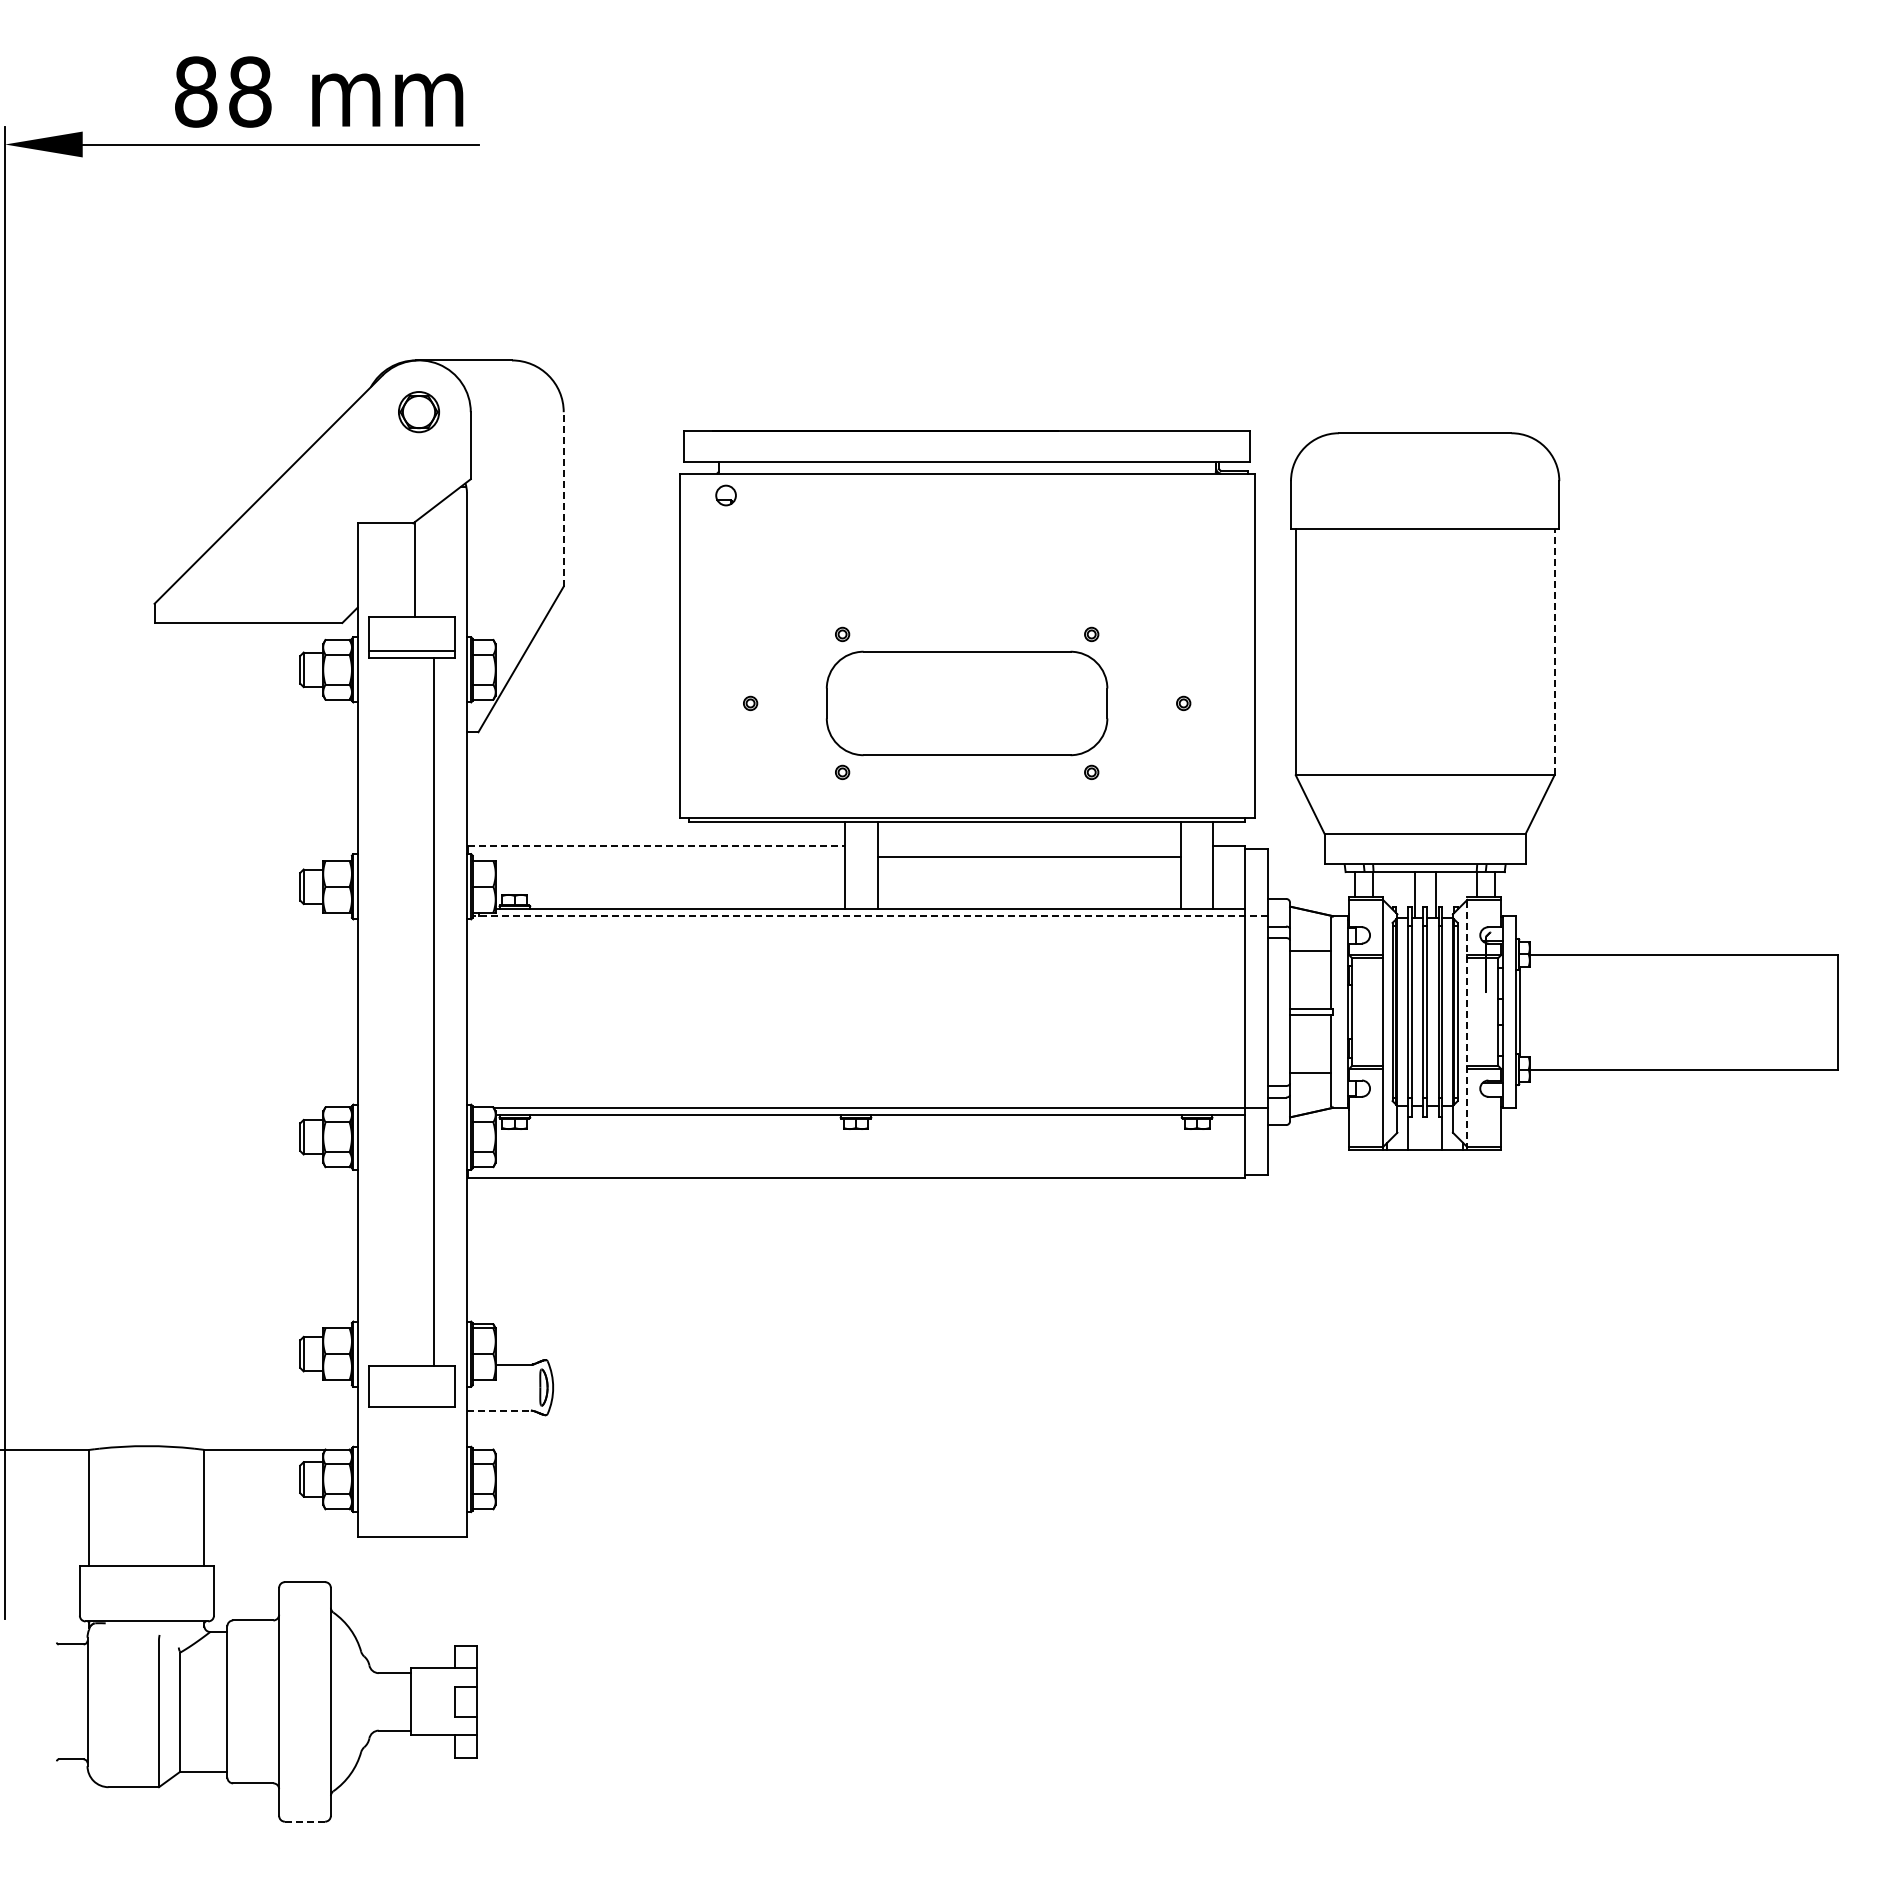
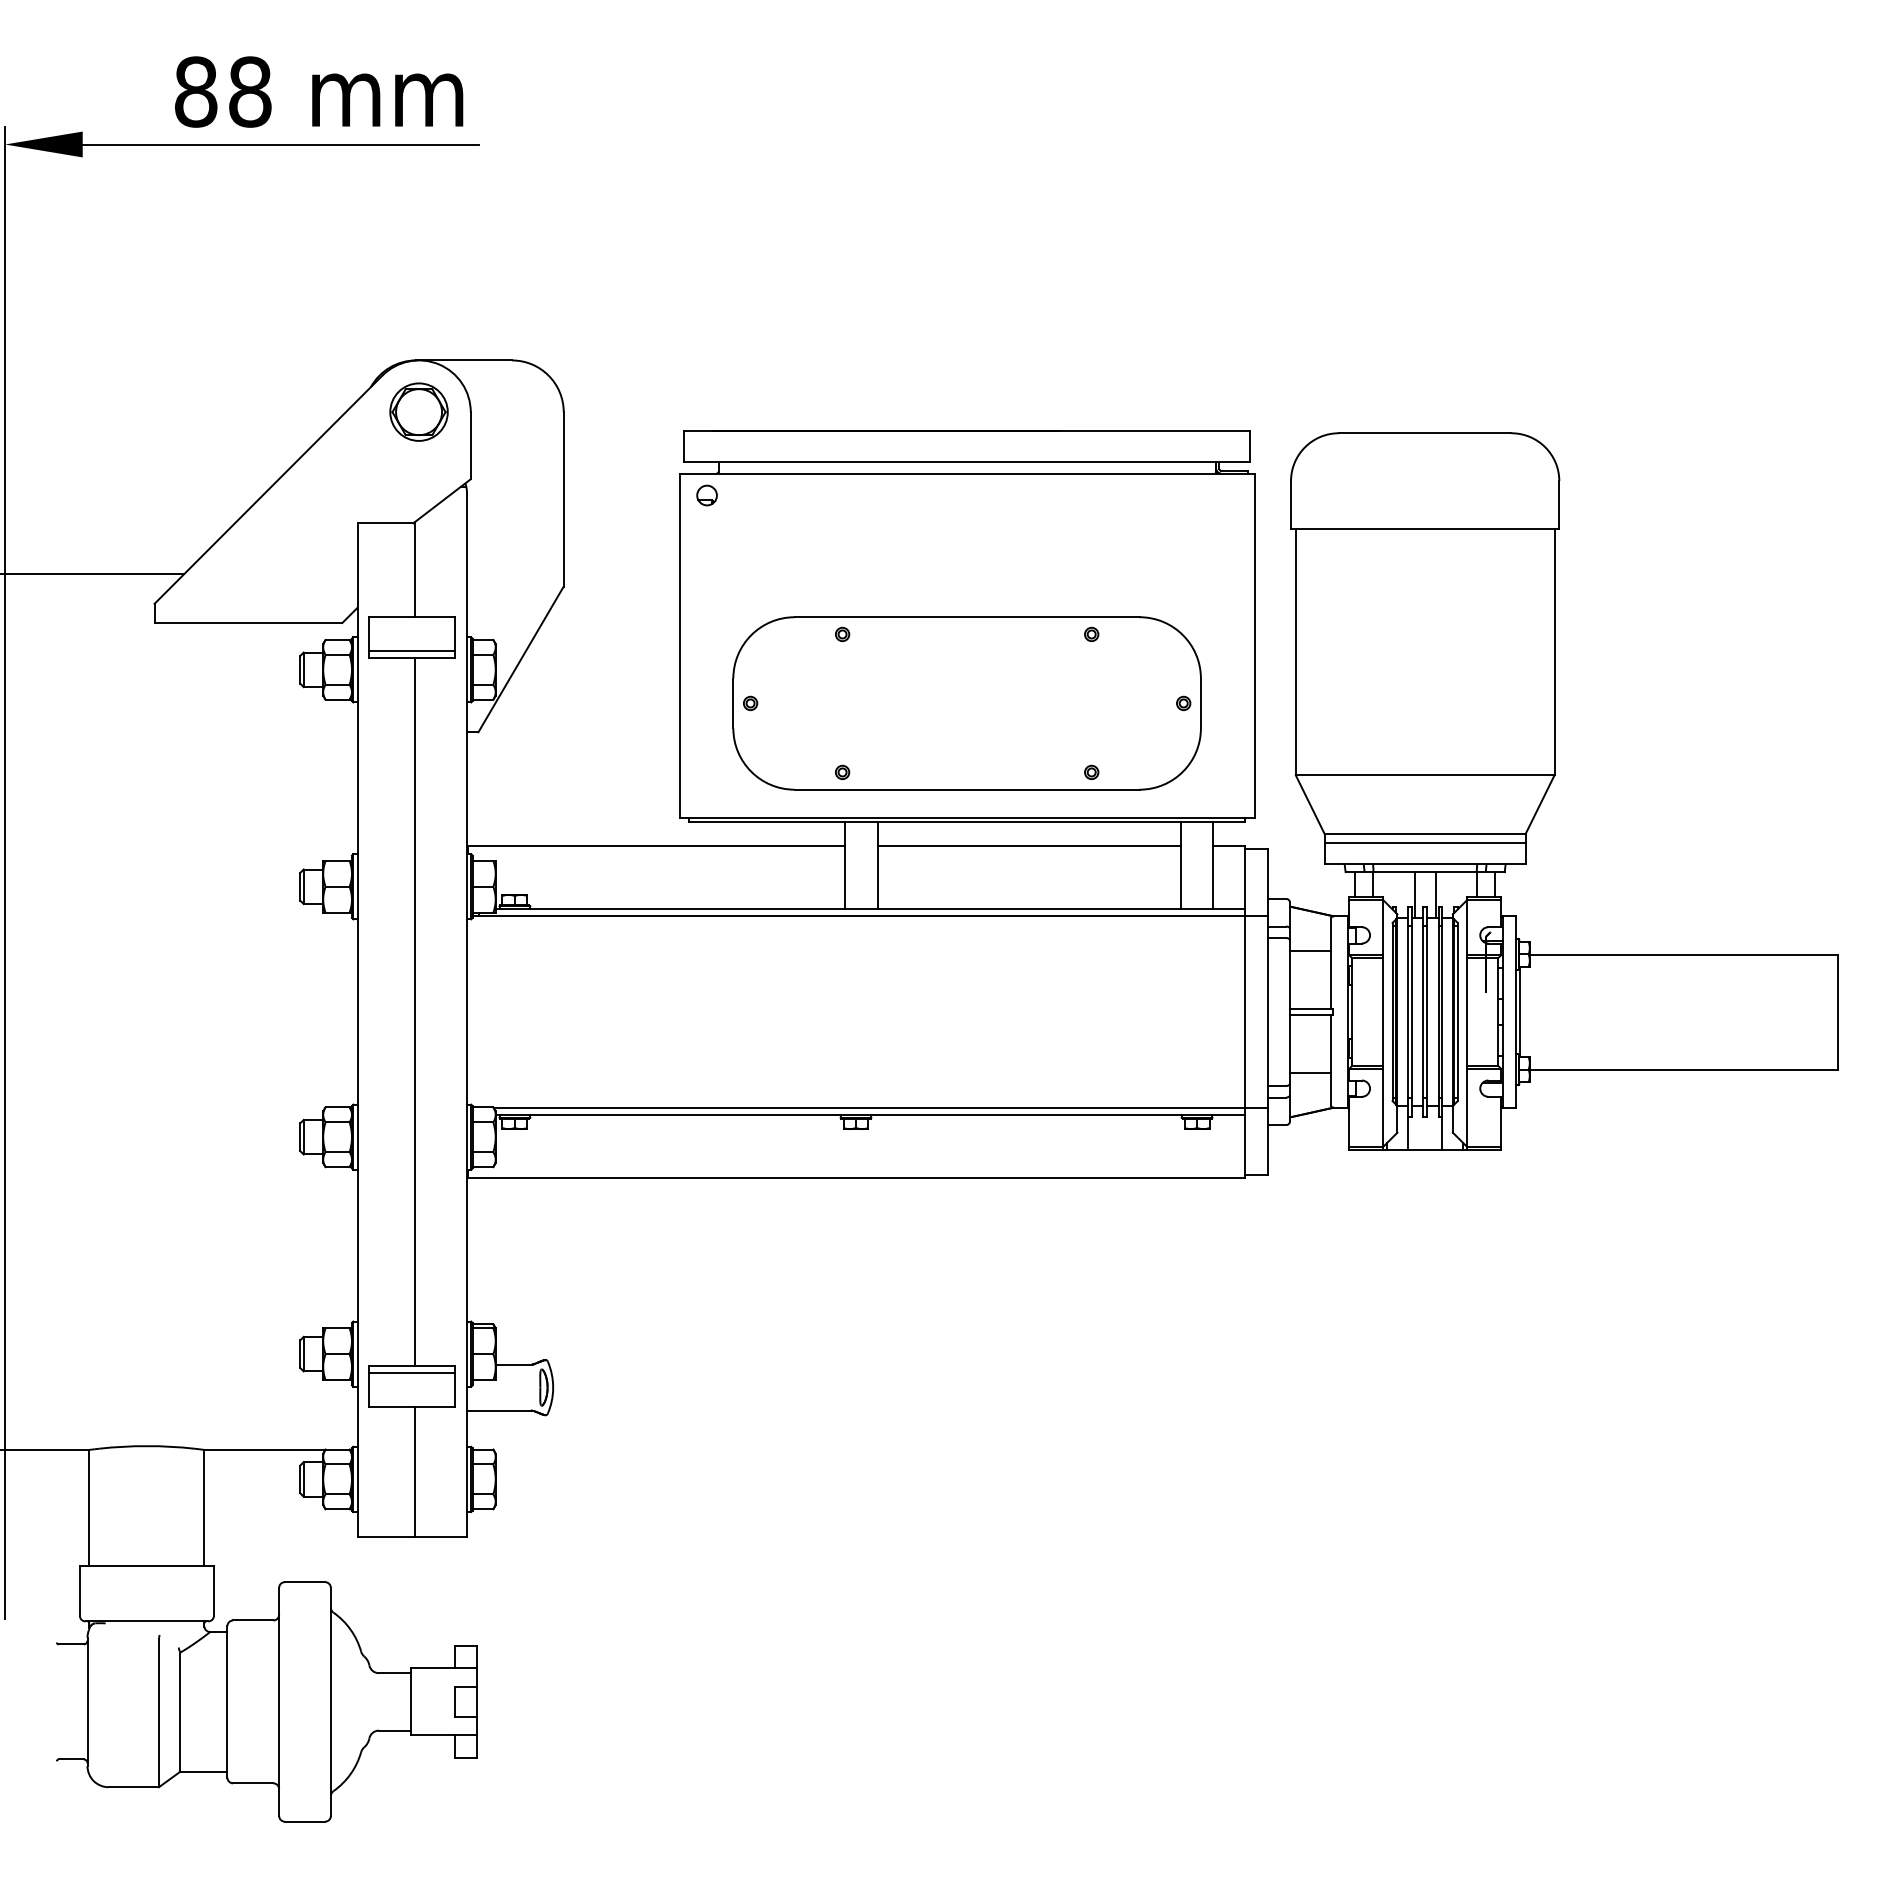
part at (418, 412) size: 42x43 px -> 60x60 px
part at (725, 495) position: (725, 495) -> (706, 495)
line at (563, 498): dashed -> solid
line at (93, 574): none -> present
line at (1554, 651): dashed -> solid
part at (966, 703) size: 284x107 px -> 470x175 px
line at (1424, 843): none -> present
line at (656, 846): dashed -> solid
line at (1029, 857) position: (1029, 857) -> (1029, 846)
line at (870, 916): dashed -> solid
line at (434, 1011) position: (434, 1011) -> (415, 1011)
line at (1467, 1023): dashed -> solid
line at (412, 1373): none -> present
line at (499, 1410): dashed -> solid
line at (415, 1472): none -> present
line at (304, 1821): dashed -> solid
